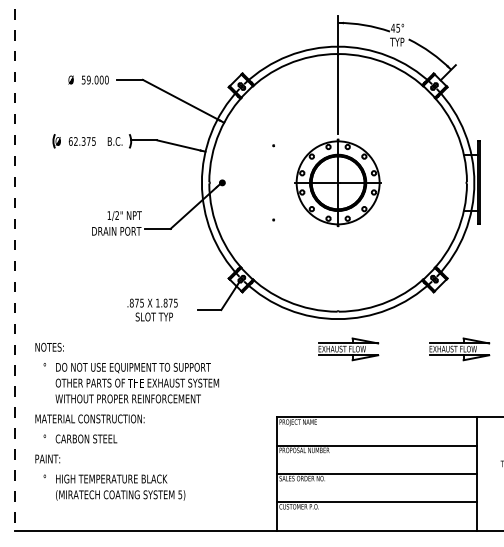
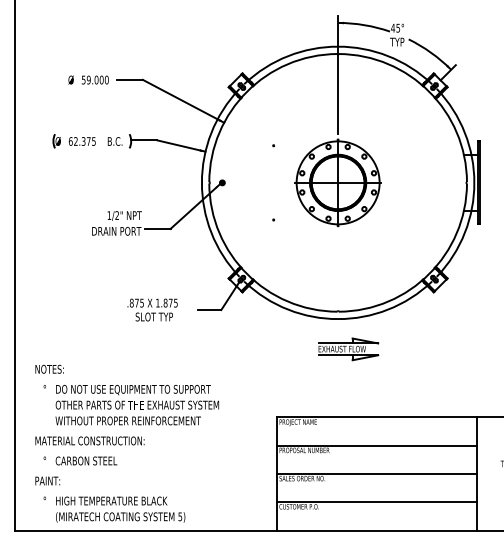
line at (15, 265): dashed -> solid
part at (459, 349): present -> none
text at (126, 421) position: (126, 421) -> (126, 443)
